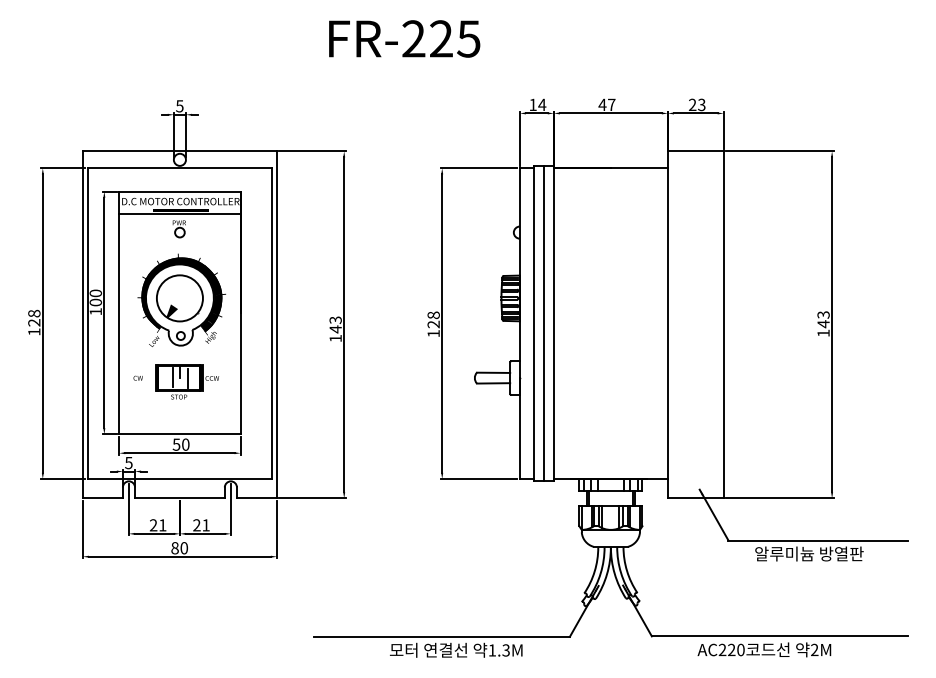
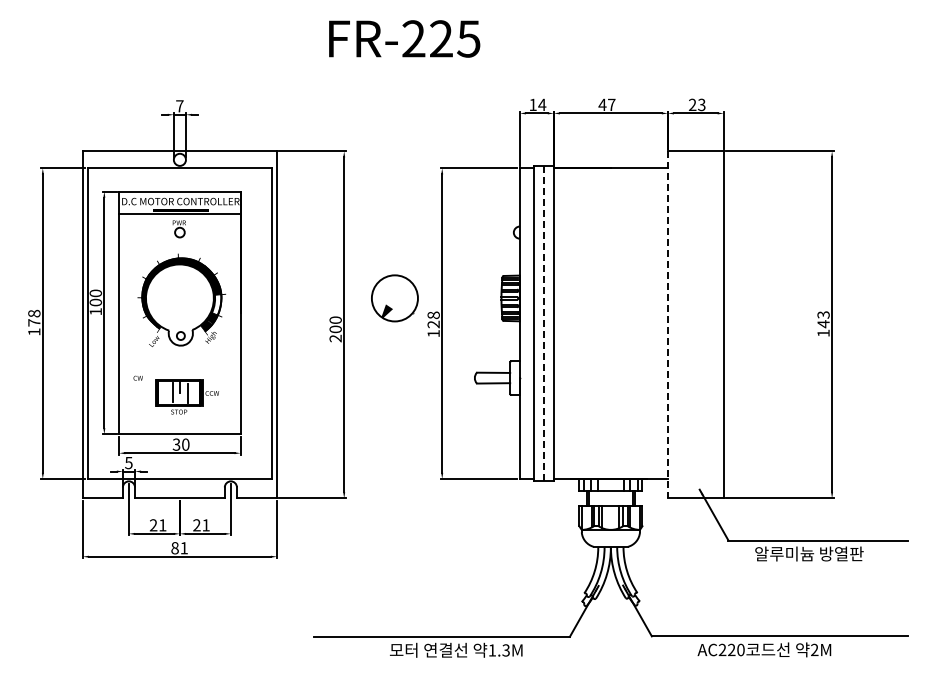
text at (179, 106): 5 -> 7
part at (179, 298) position: (179, 298) -> (394, 298)
fill at (216, 304): present -> none
text at (34, 322): 128 -> 178
line at (544, 323): solid -> dashed
line at (667, 325): solid -> dashed
text at (335, 329): 143 -> 200
part at (186, 381) position: (186, 381) -> (186, 396)
text at (176, 444): 50 -> 30
text at (183, 548): 80 -> 81
